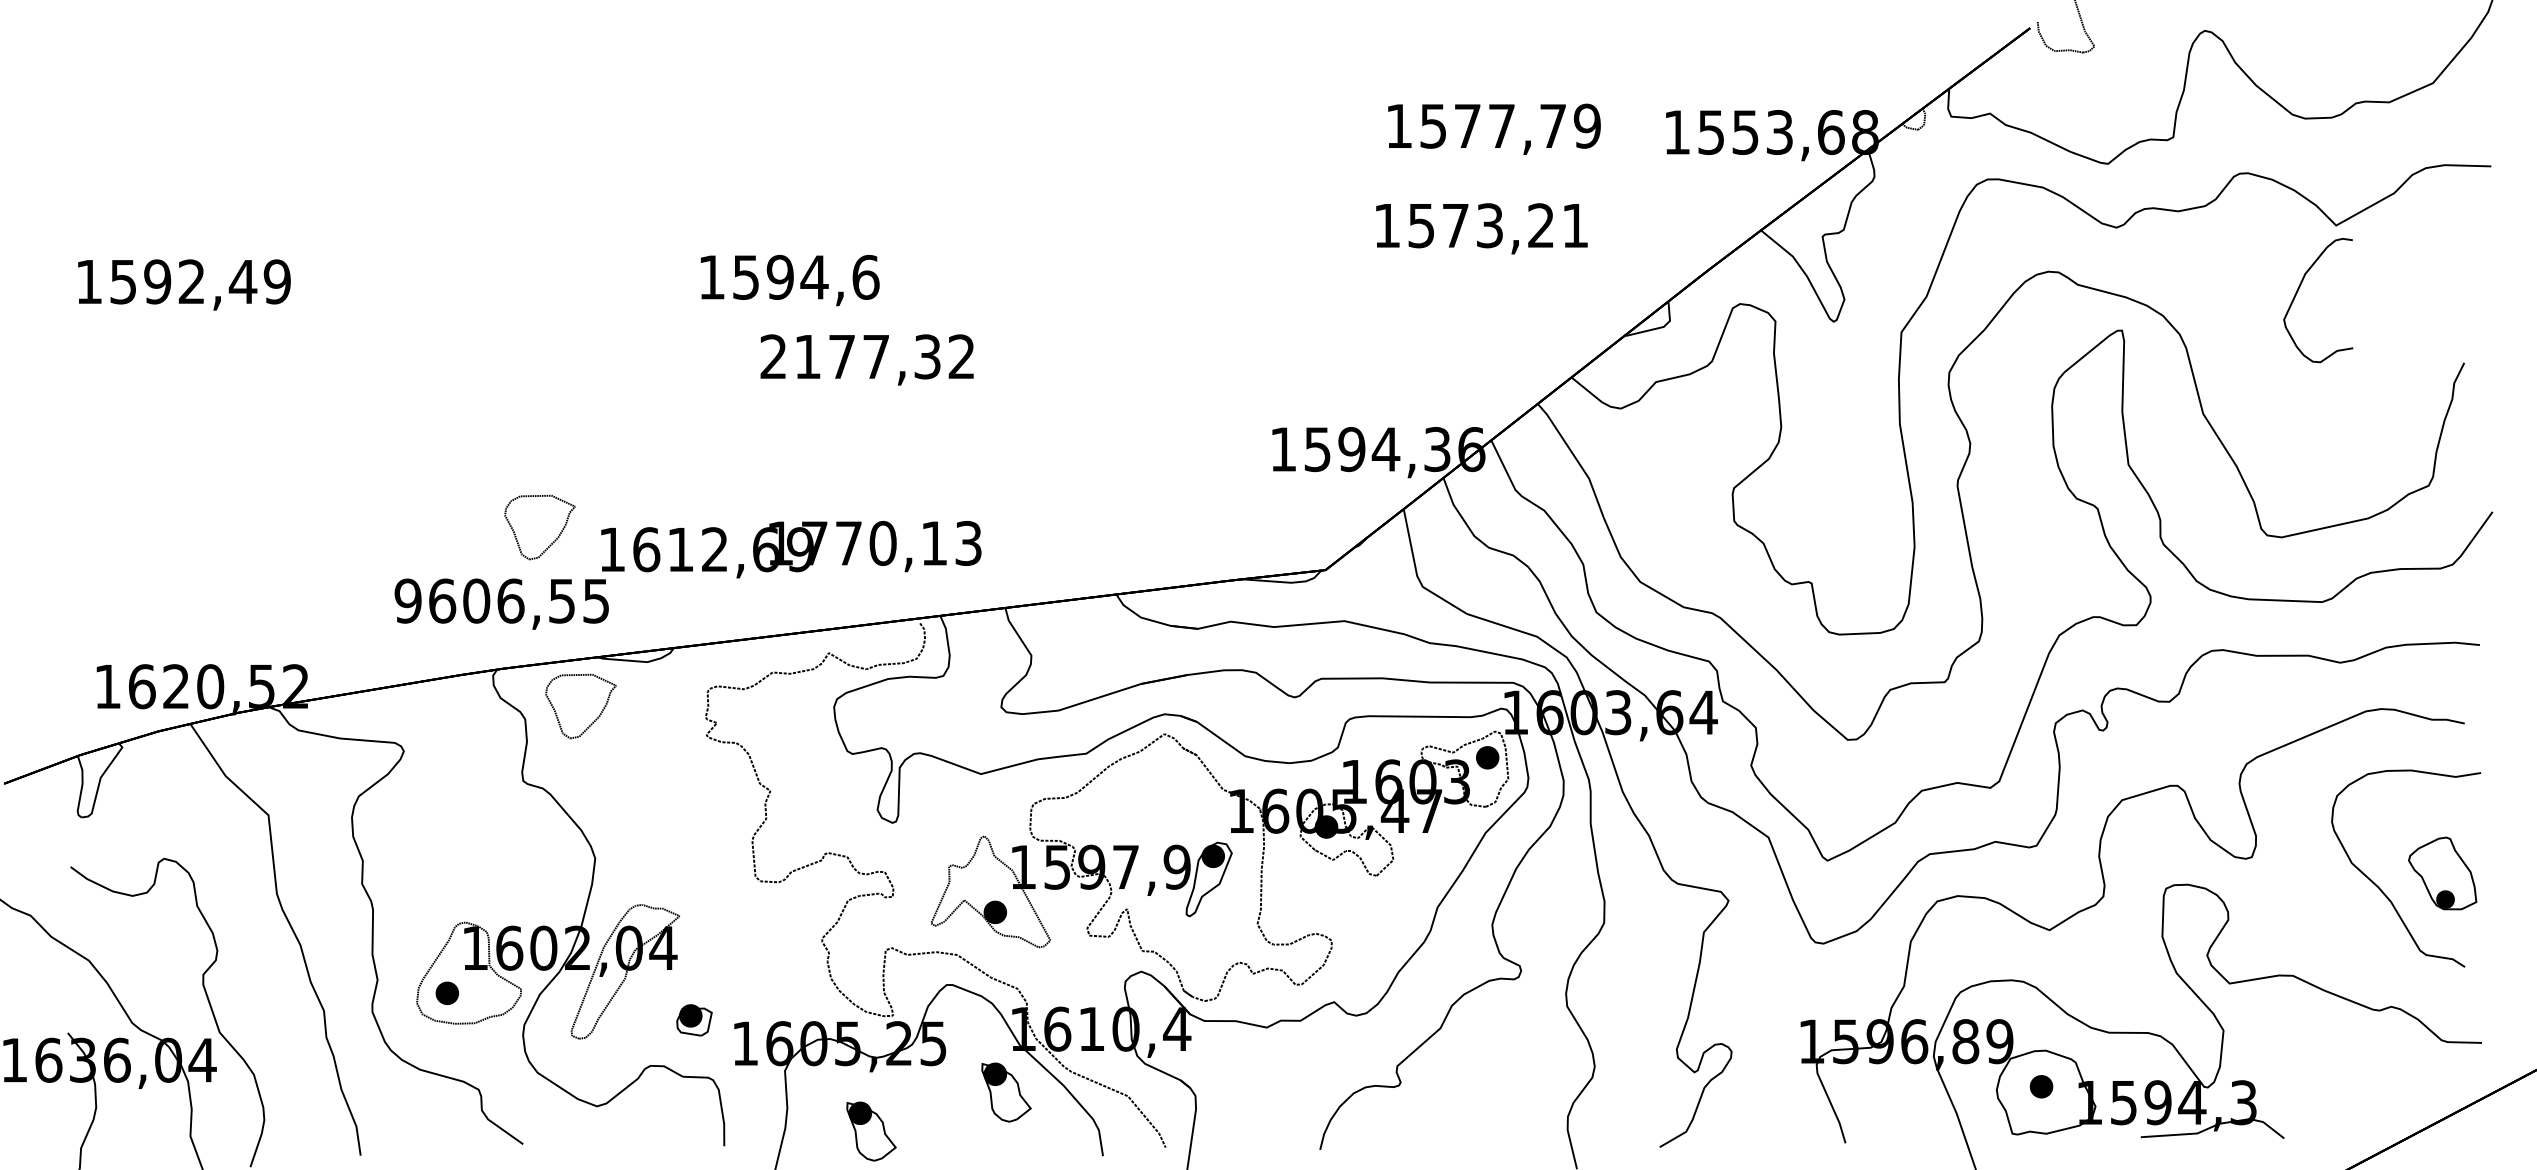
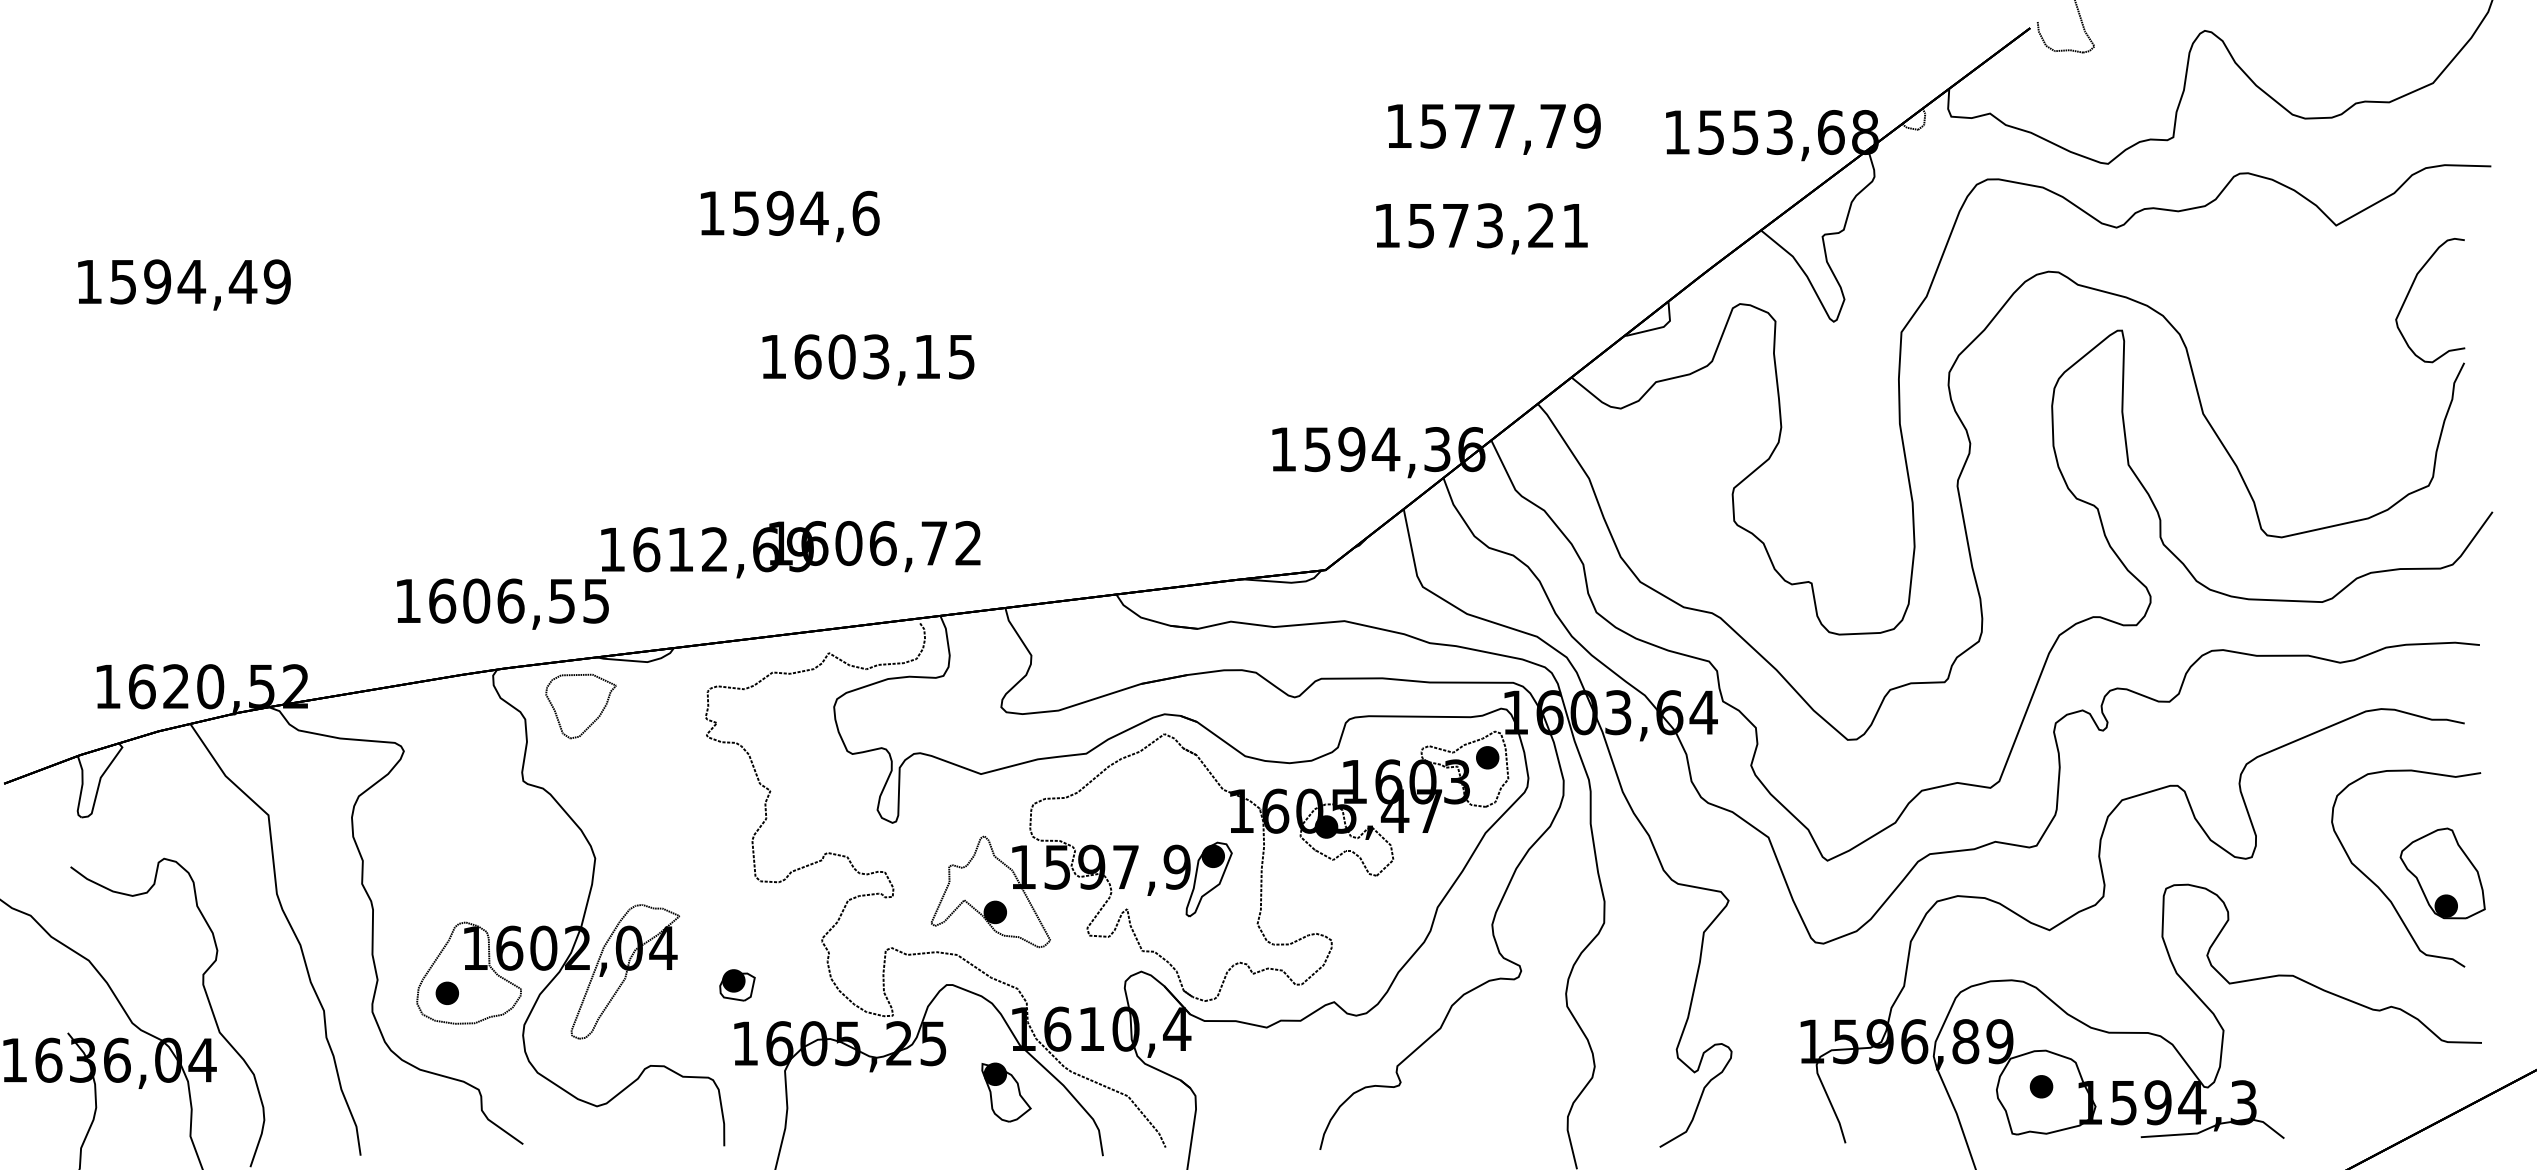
text at (789, 280) position: (789, 280) -> (789, 216)
text at (191, 281): 1592,49 -> 1594,49
curve at (2298, 291) position: (2298, 291) -> (2410, 291)
text at (867, 356): 2177,32 -> 1603,15
part at (539, 527): present -> none
text at (891, 543): 1770,13 -> 1606,72
text at (407, 600): 9606,55 -> 1606,55
part at (2442, 873) size: 70x75 px -> 87x93 px
part at (694, 1020) position: (694, 1020) -> (737, 985)
part at (871, 1131): present -> none
